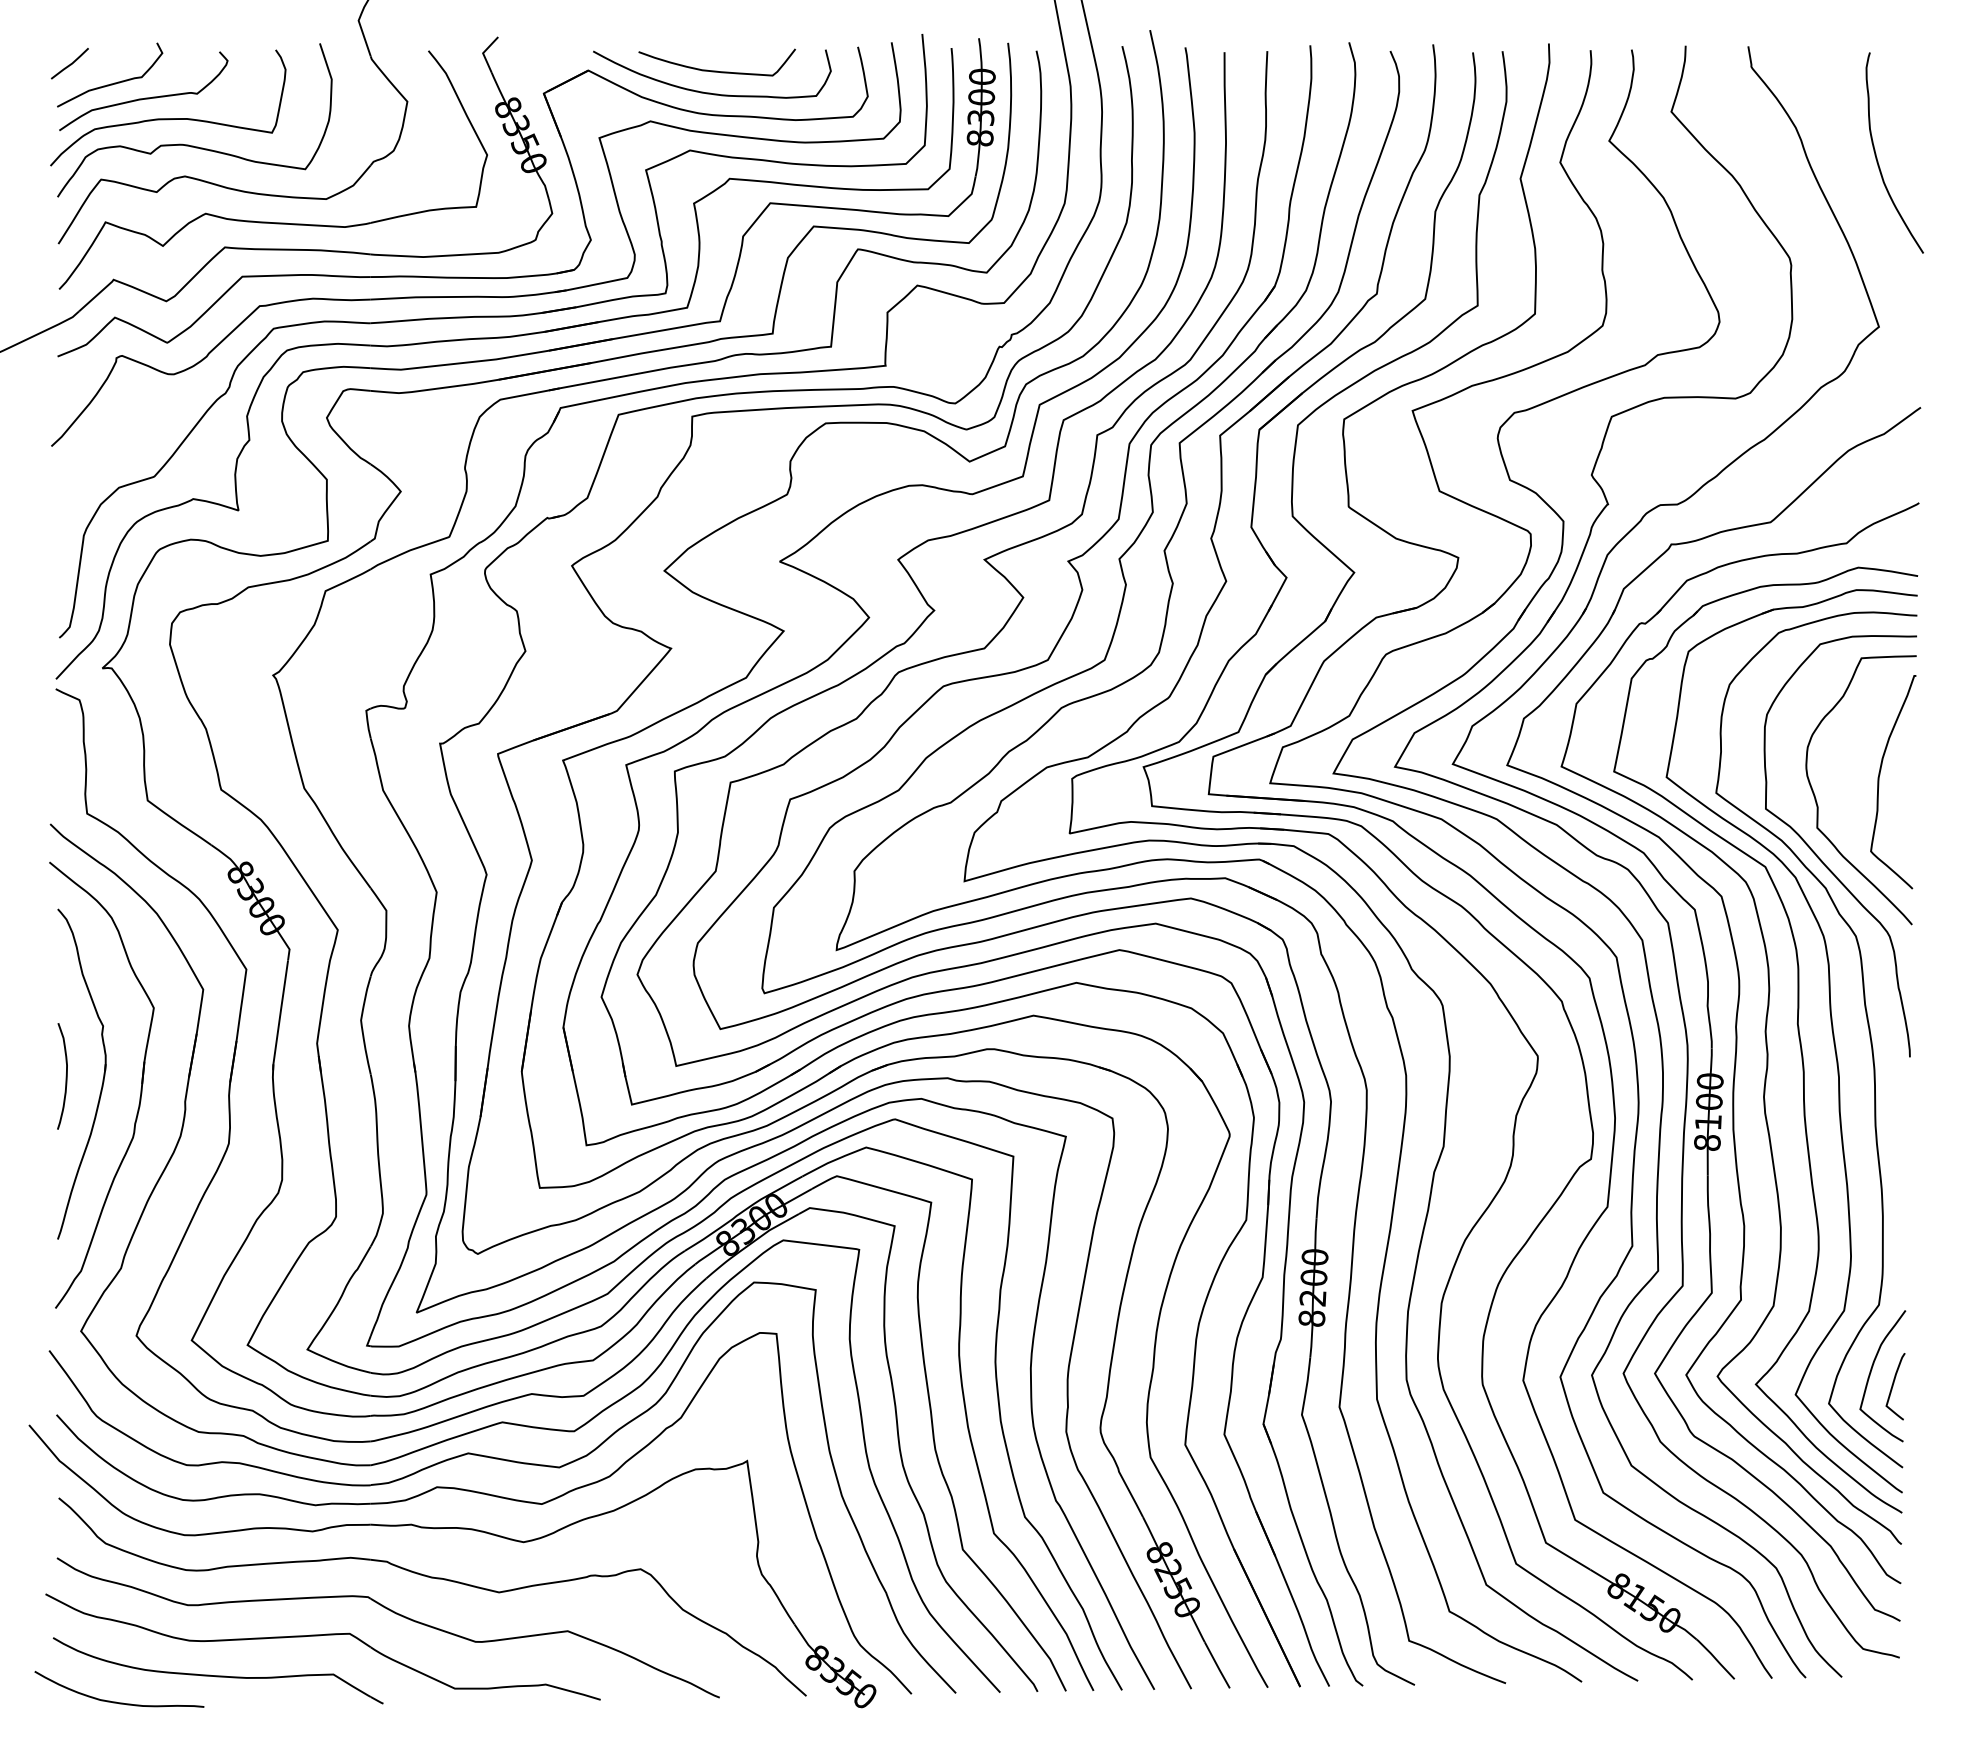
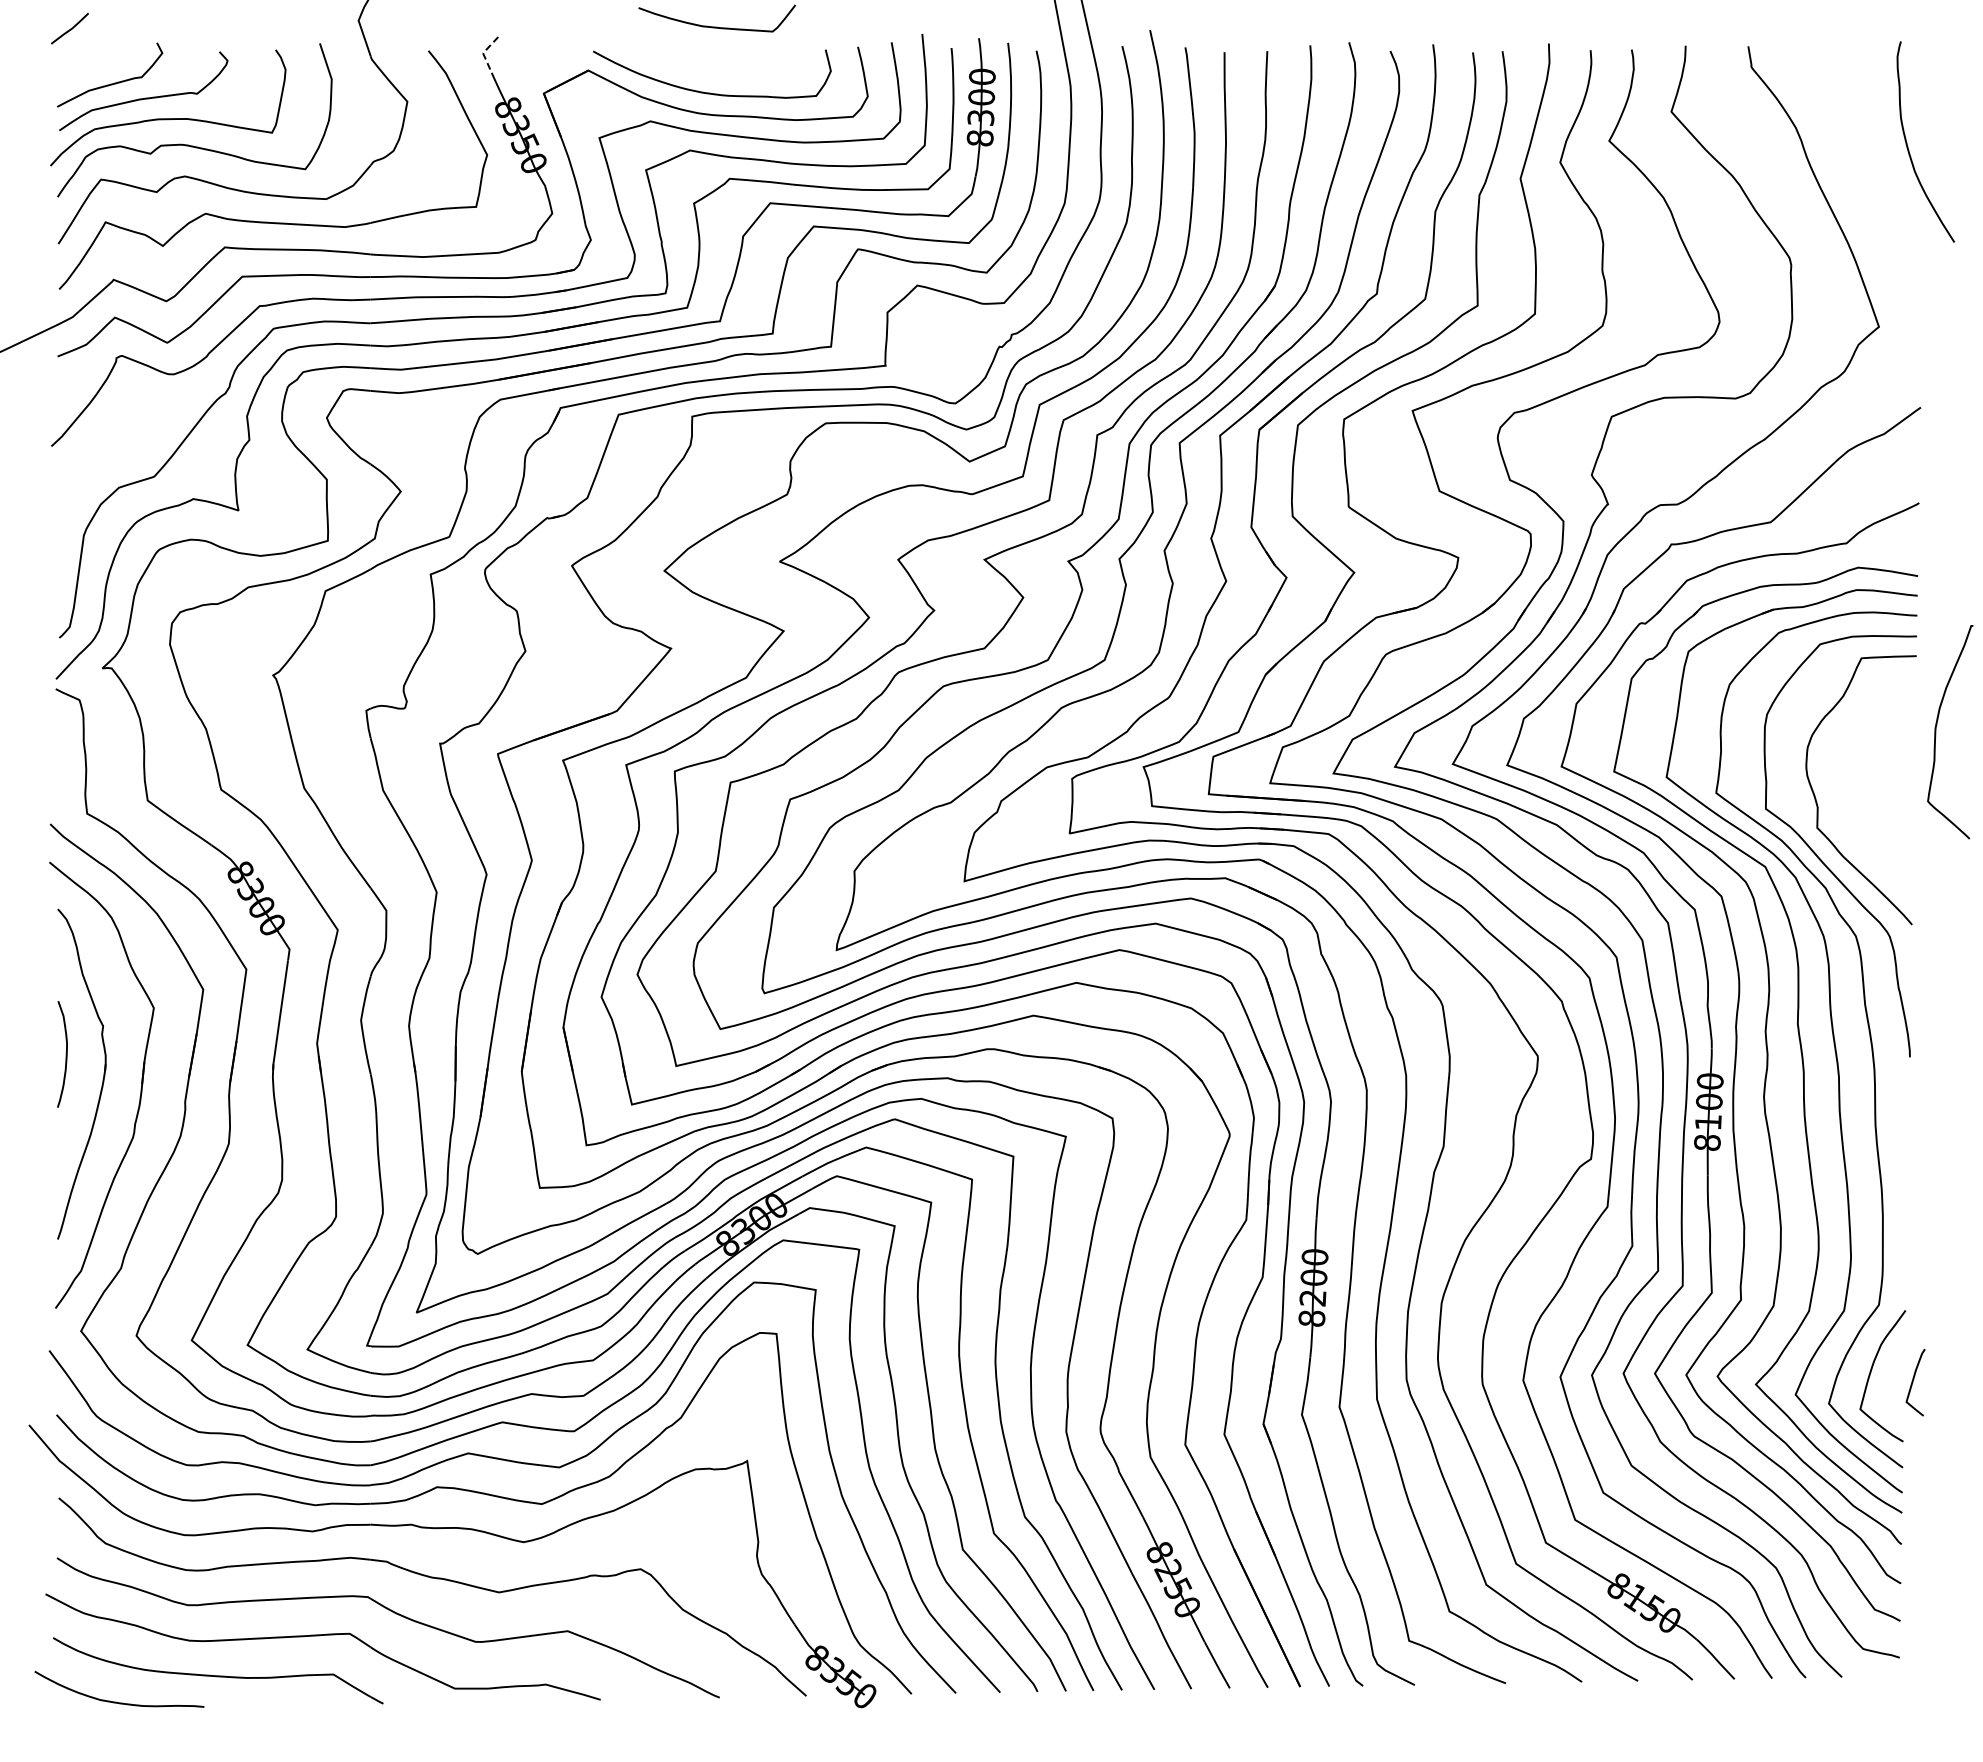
line at (483, 53): solid -> dashed
line at (70, 63) position: (70, 63) -> (70, 28)
curve at (716, 70) position: (716, 70) -> (716, 26)
curve at (1877, 157) position: (1877, 157) -> (1908, 146)
curve at (1879, 782) position: (1879, 782) -> (1936, 732)
curve at (65, 1076) position: (65, 1076) -> (65, 1054)
curve at (1893, 1386) position: (1893, 1386) -> (1913, 1382)
